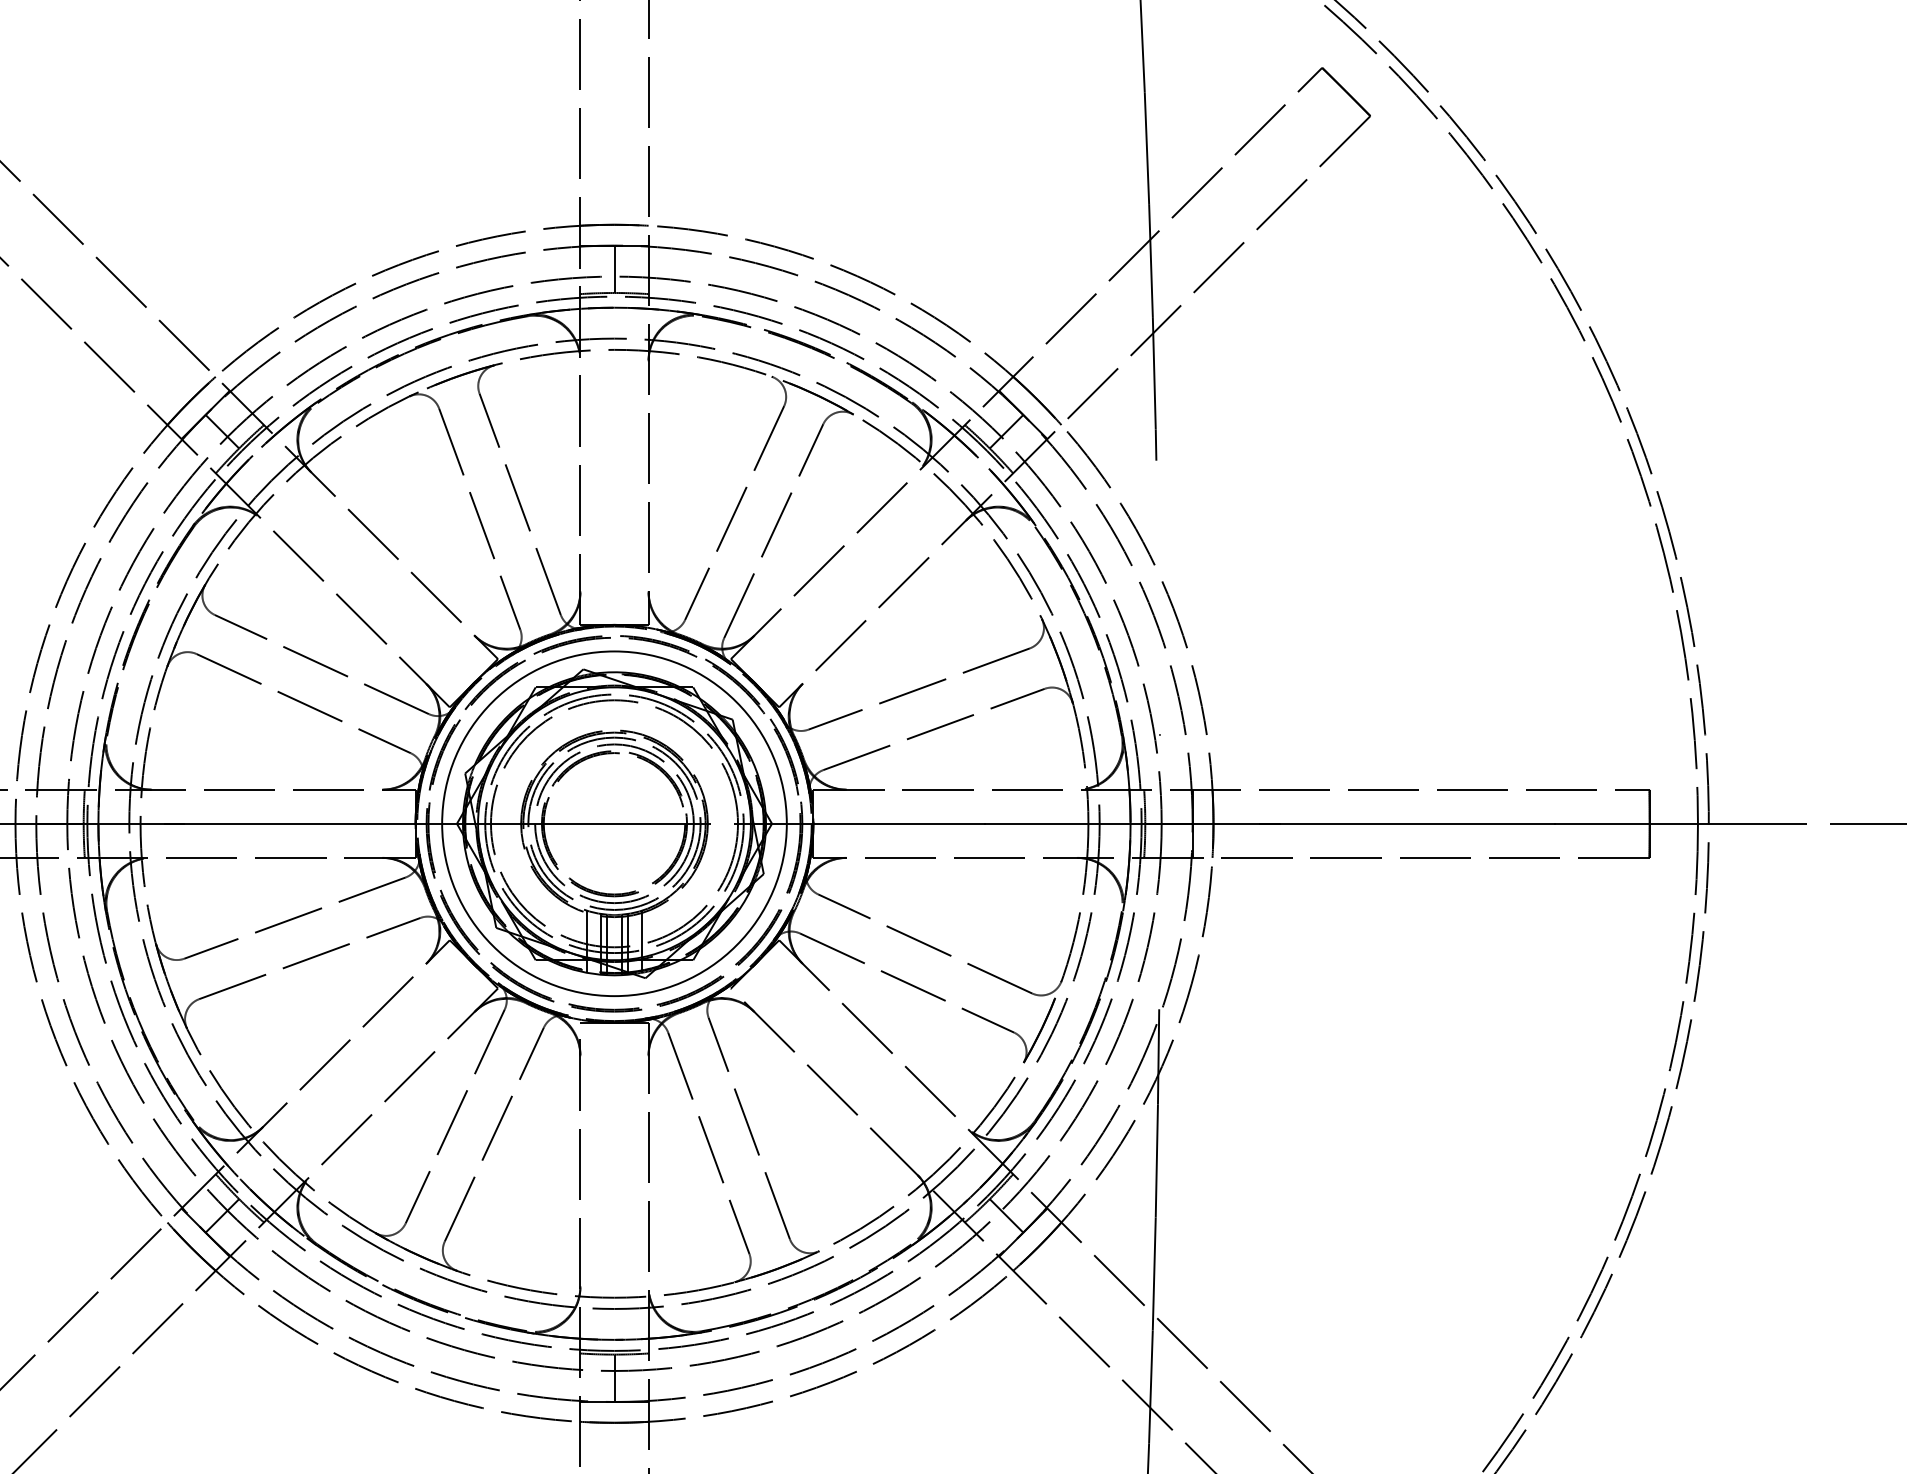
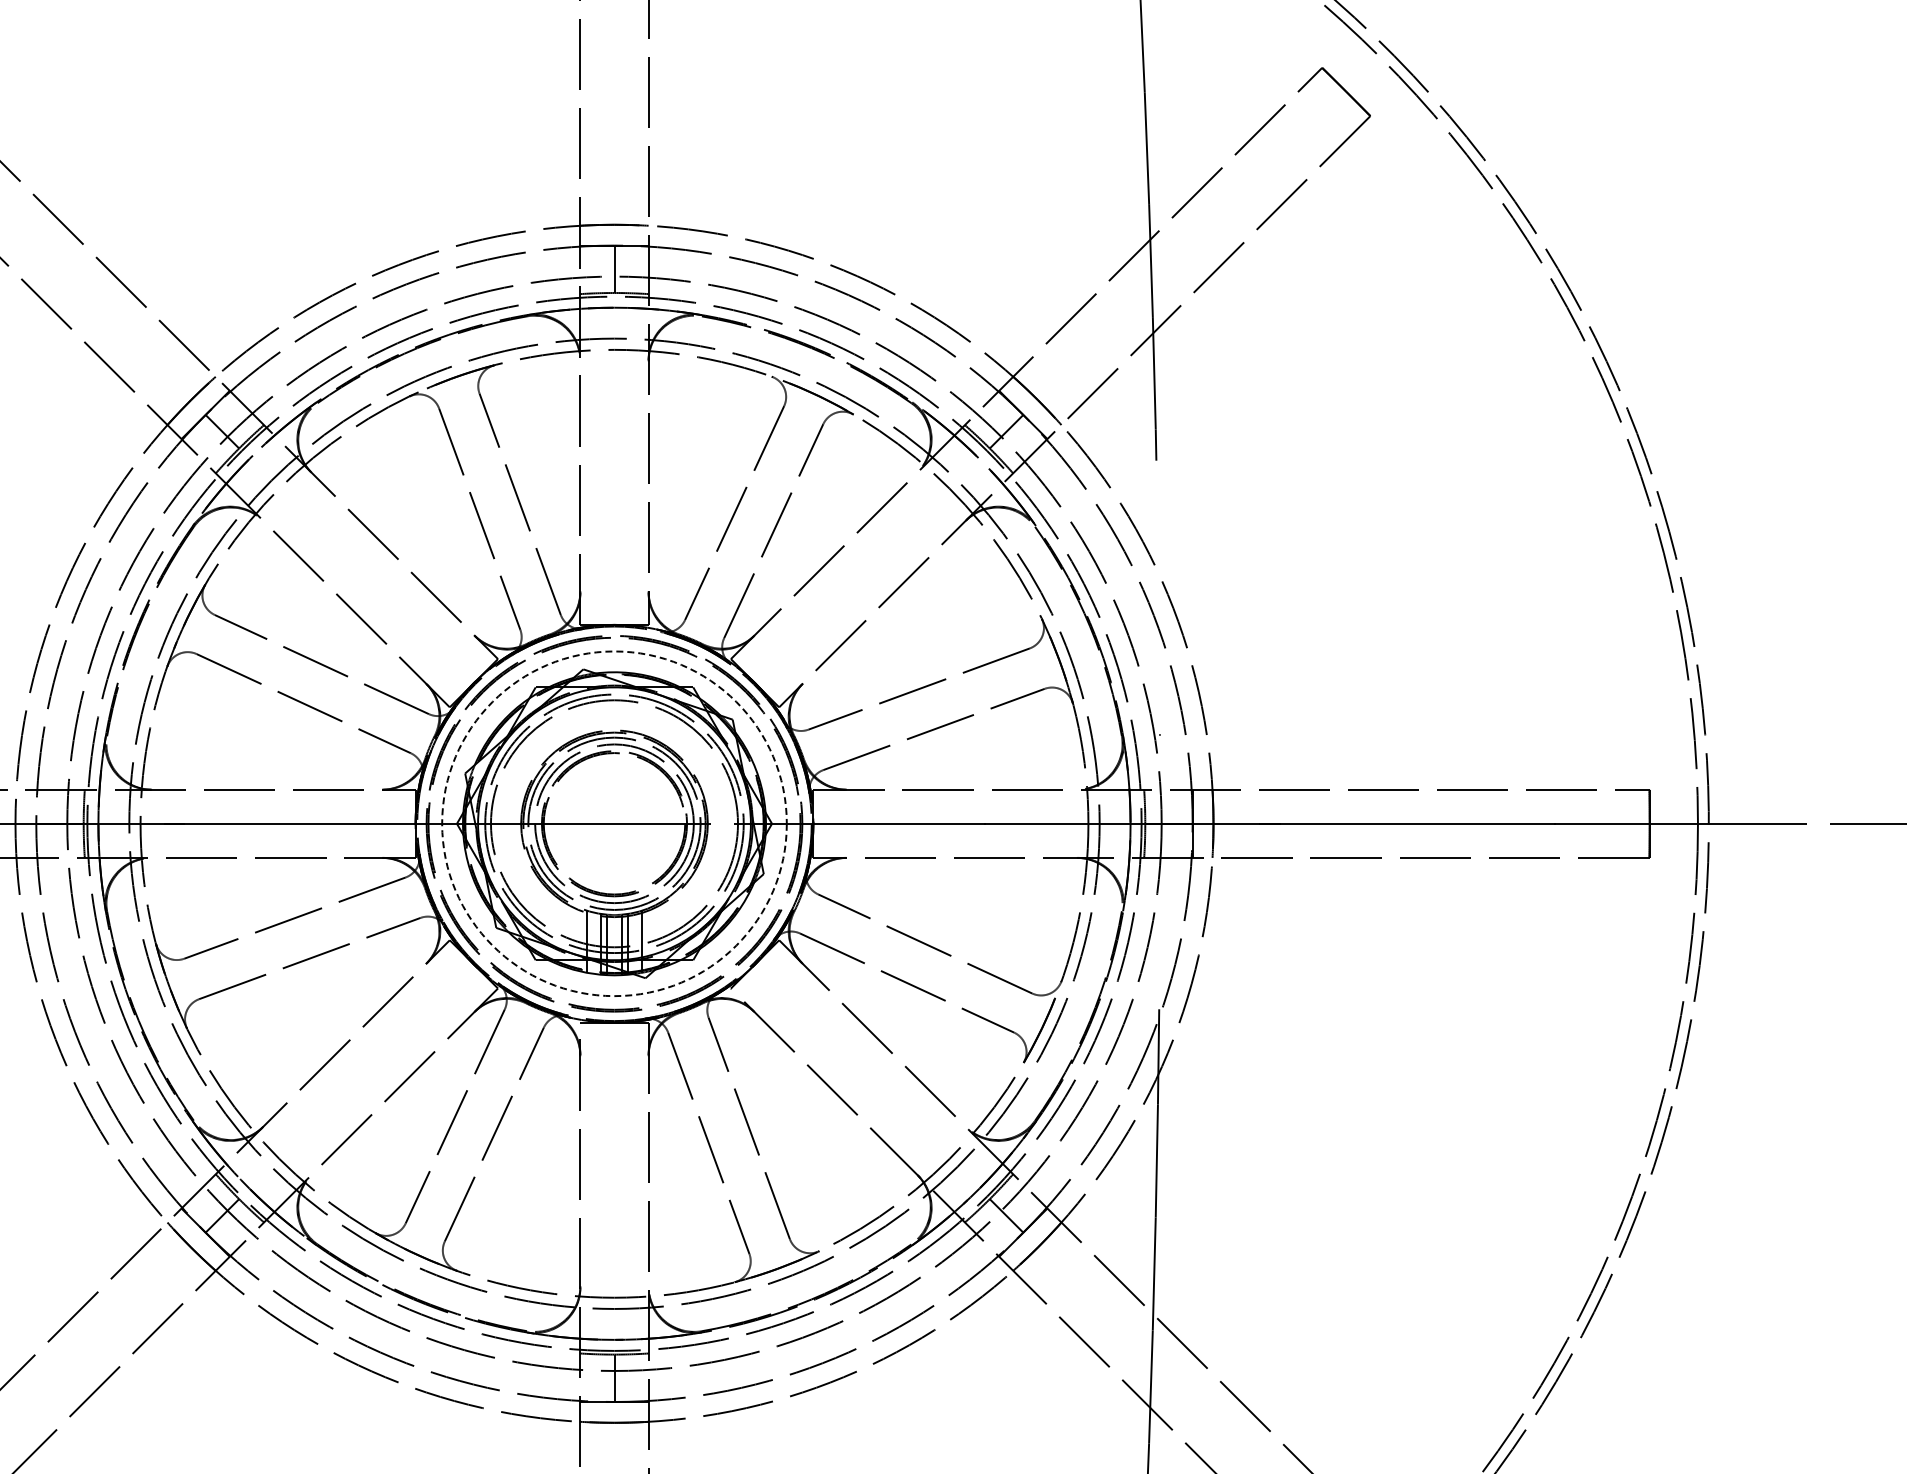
circle at (614, 823): solid -> dashed
